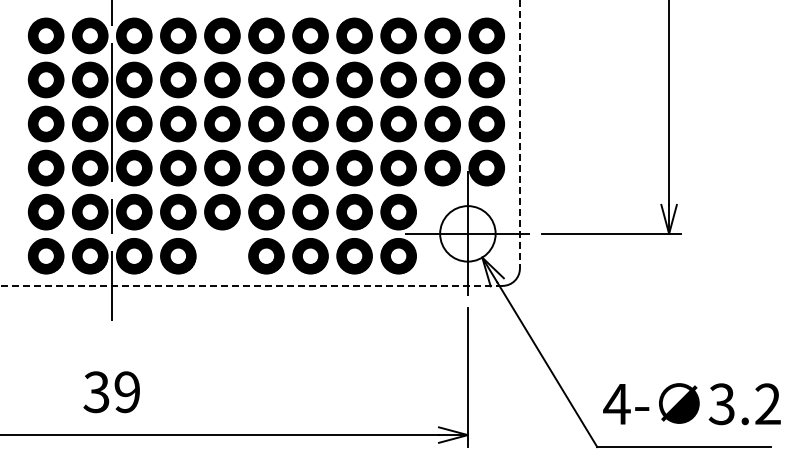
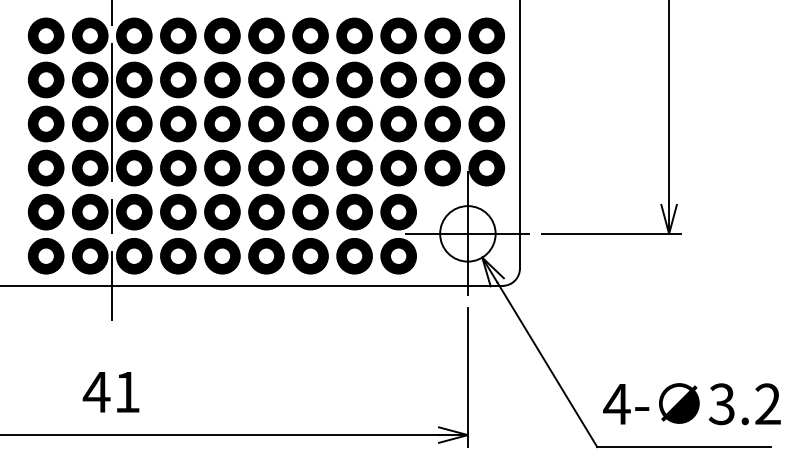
line at (519, 134): dashed -> solid
part at (222, 256): none -> present
line at (251, 285): dashed -> solid
text at (110, 392): 39 -> 41
